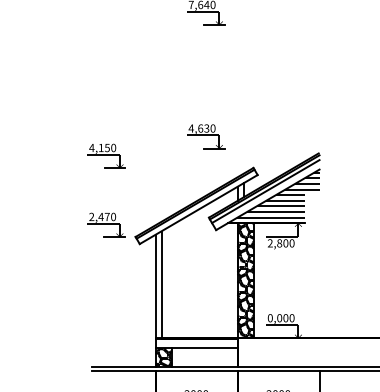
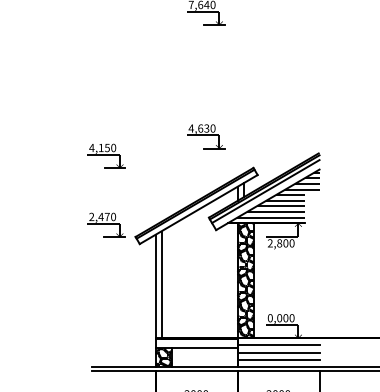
line at (278, 345): none -> present
line at (278, 352): none -> present
line at (278, 359): none -> present
